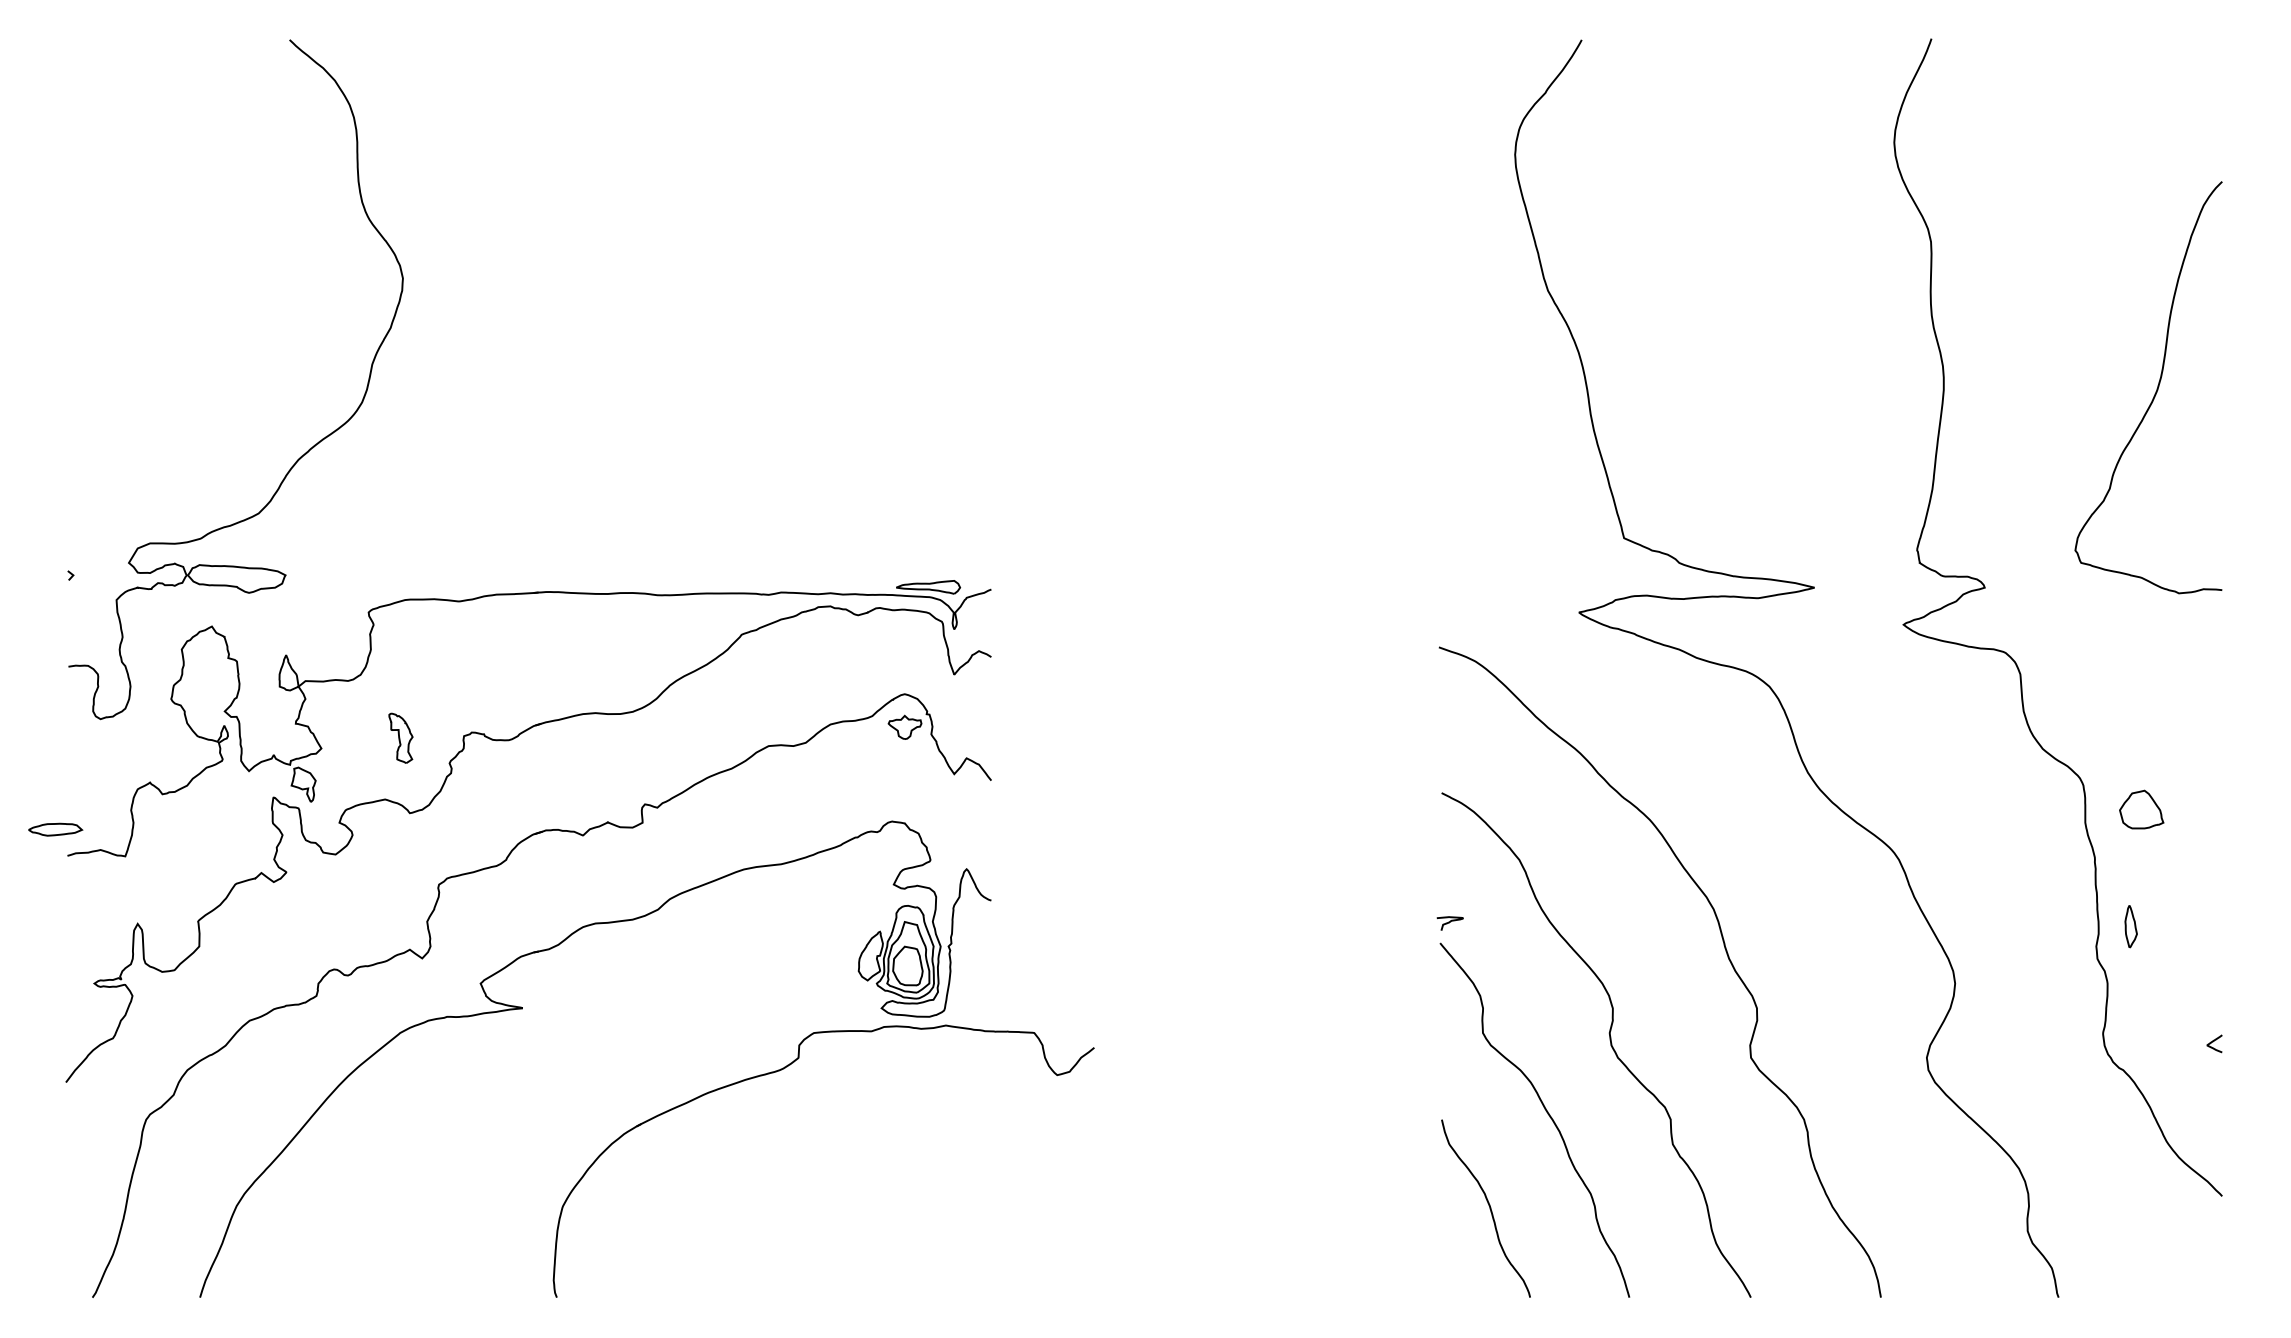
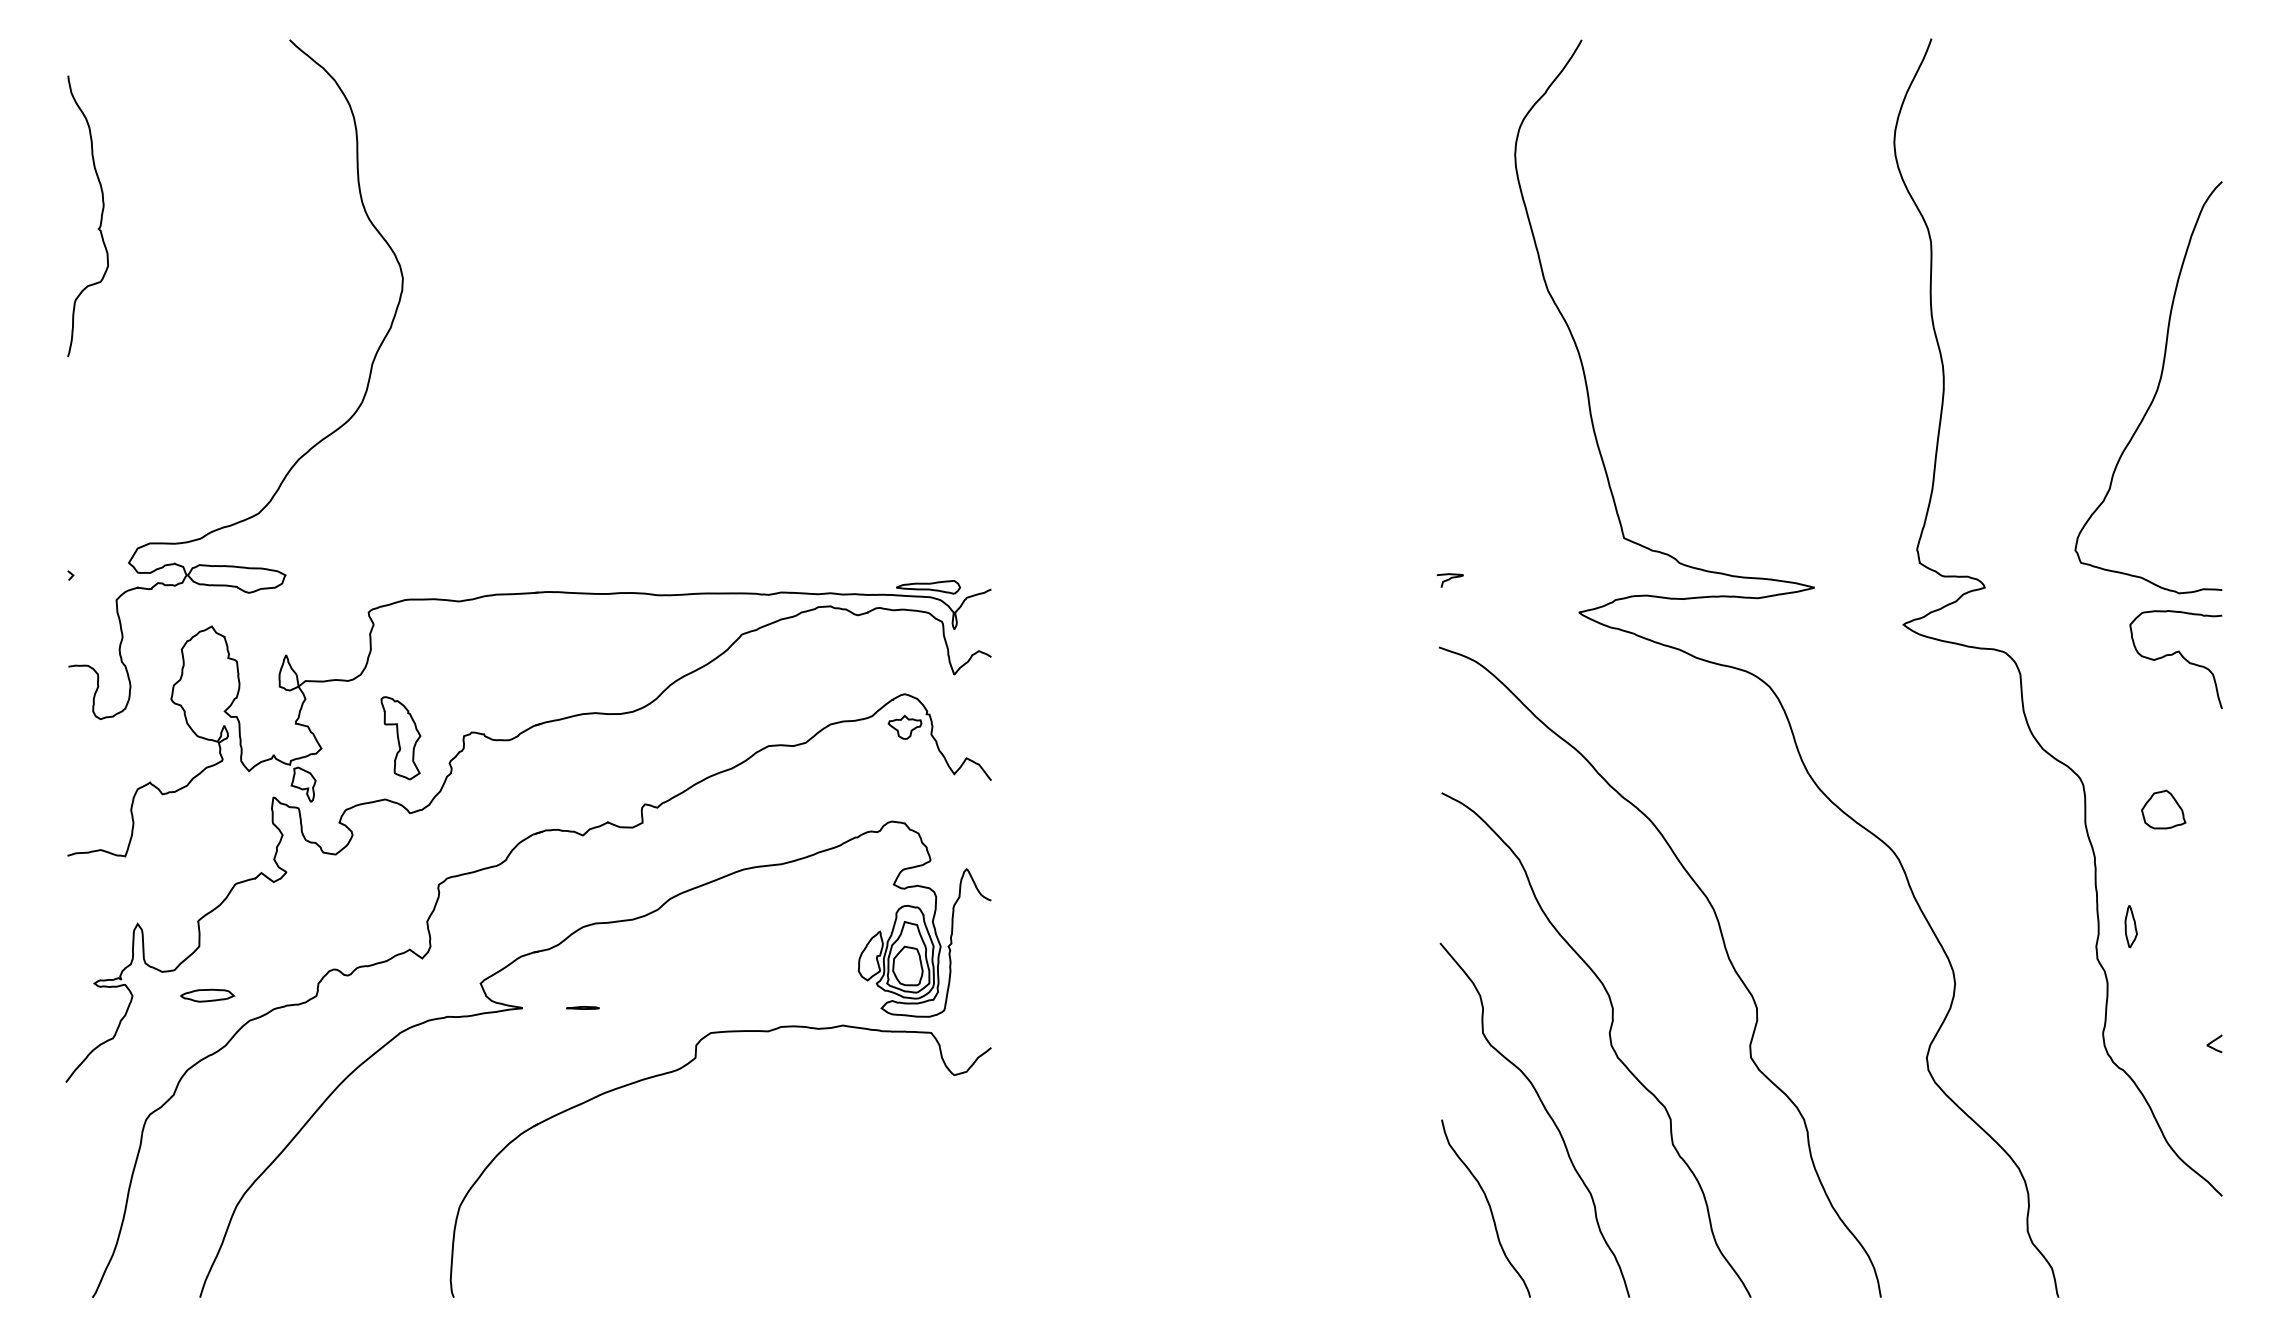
curve at (100, 218): none -> present
curve at (2172, 655): none -> present
part at (400, 737) size: 26x52 px -> 42x85 px
part at (2141, 809) position: (2141, 809) -> (2163, 809)
part at (55, 829) position: (55, 829) -> (207, 995)
curve at (1449, 923) position: (1449, 923) -> (1449, 580)
line at (582, 1007): none -> present
part at (779, 1071) position: (779, 1071) -> (676, 1071)
